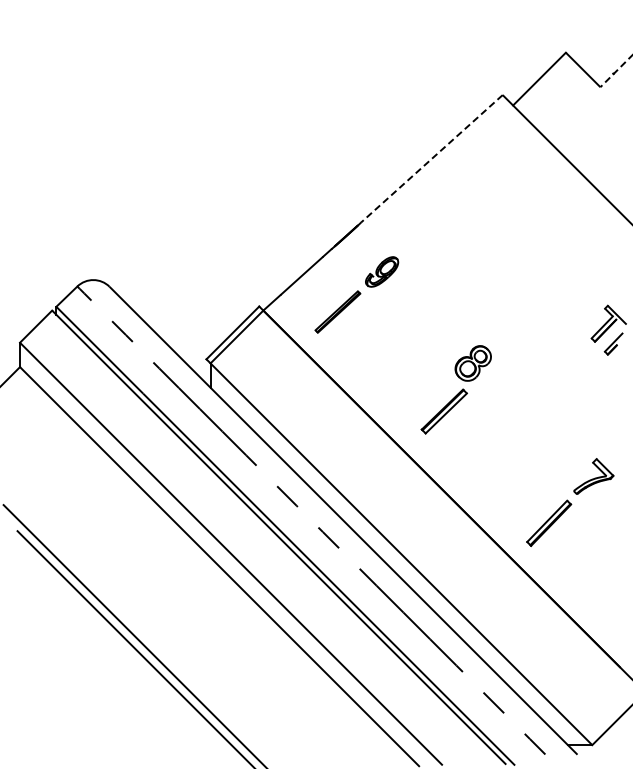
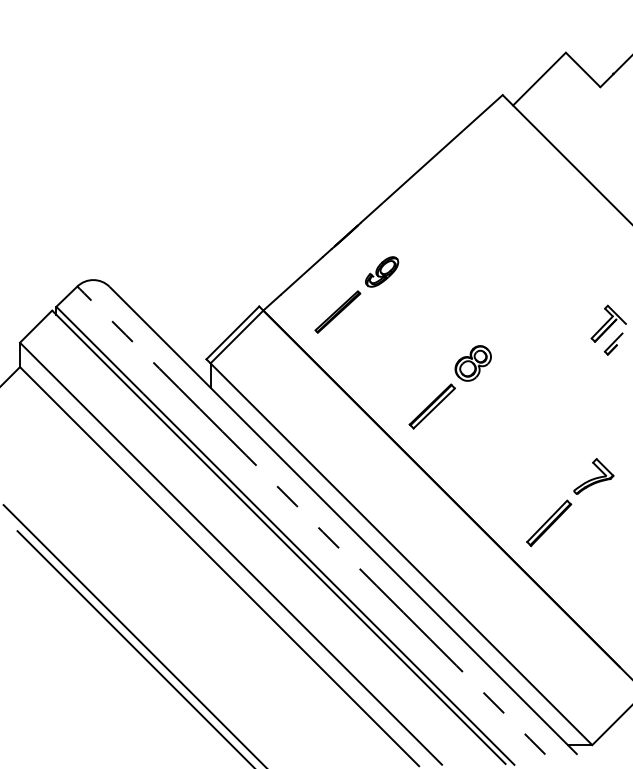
line at (616, 71): dashed -> solid
line at (431, 159): dashed -> solid
part at (443, 411) position: (443, 411) -> (431, 406)
